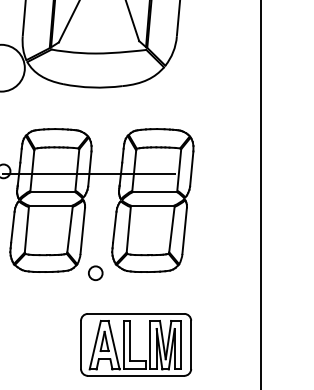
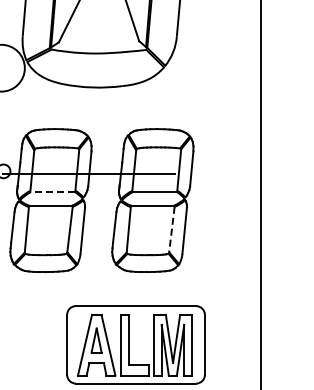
line at (53, 192): solid -> dashed
line at (171, 229): solid -> dashed
circle at (95, 272): present -> none
part at (136, 344) size: 113x64 px -> 140x80 px
